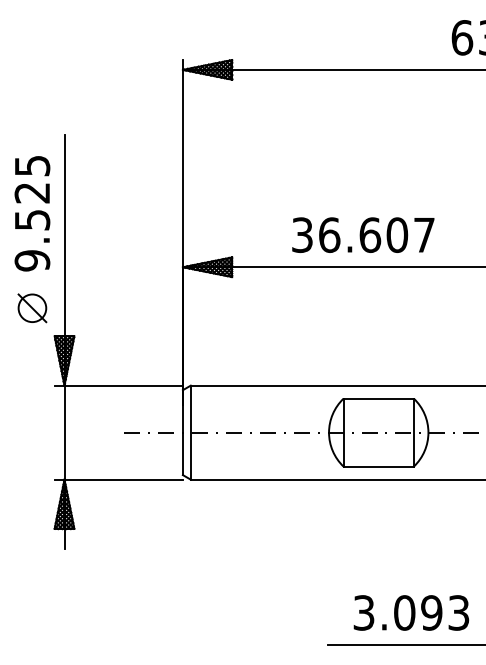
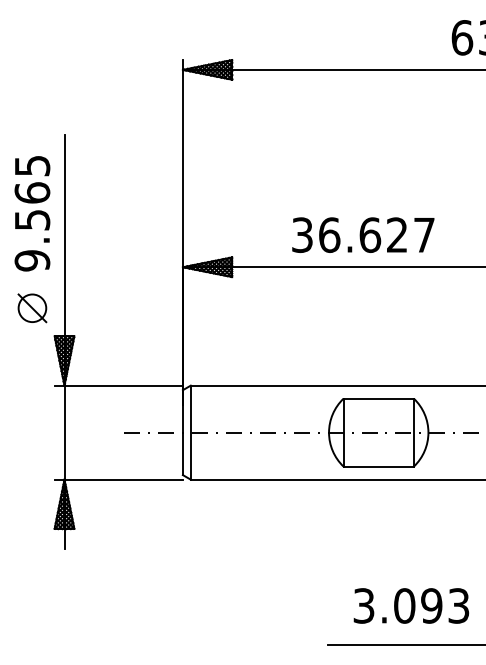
text at (32, 192): 9.525 -> 9.565
text at (397, 235): 36.607 -> 36.627
text at (411, 612) position: (411, 612) -> (411, 605)
